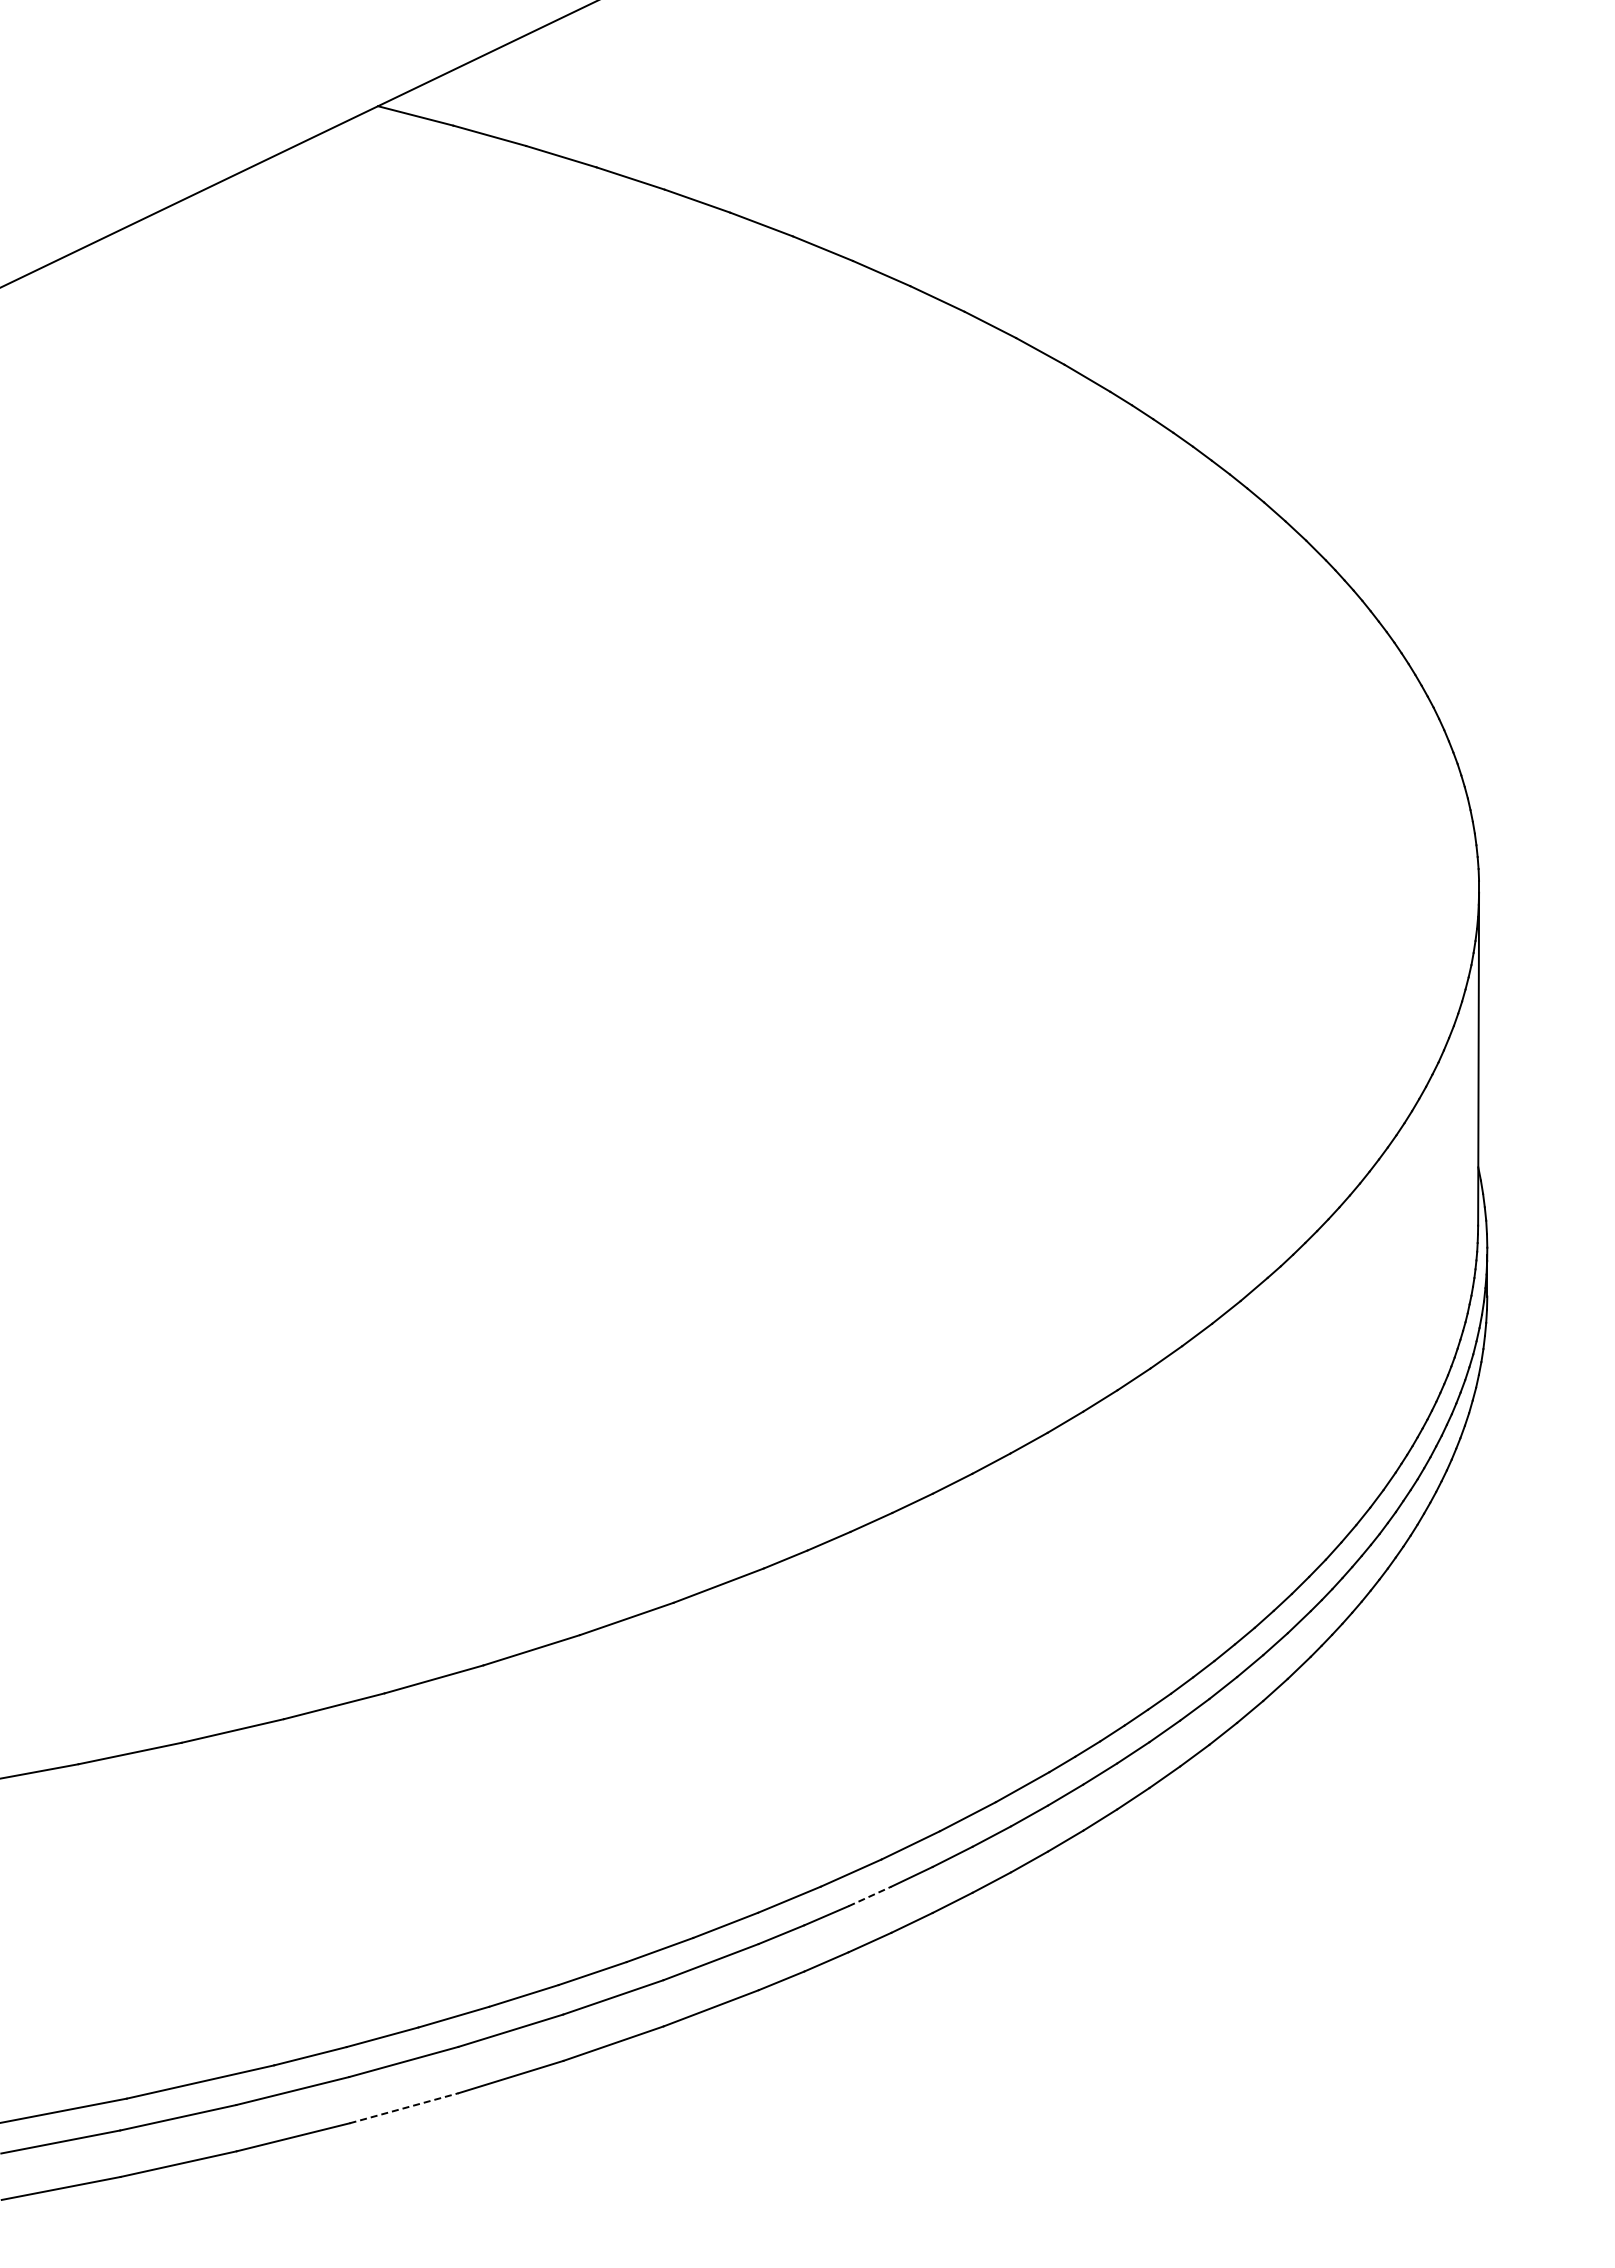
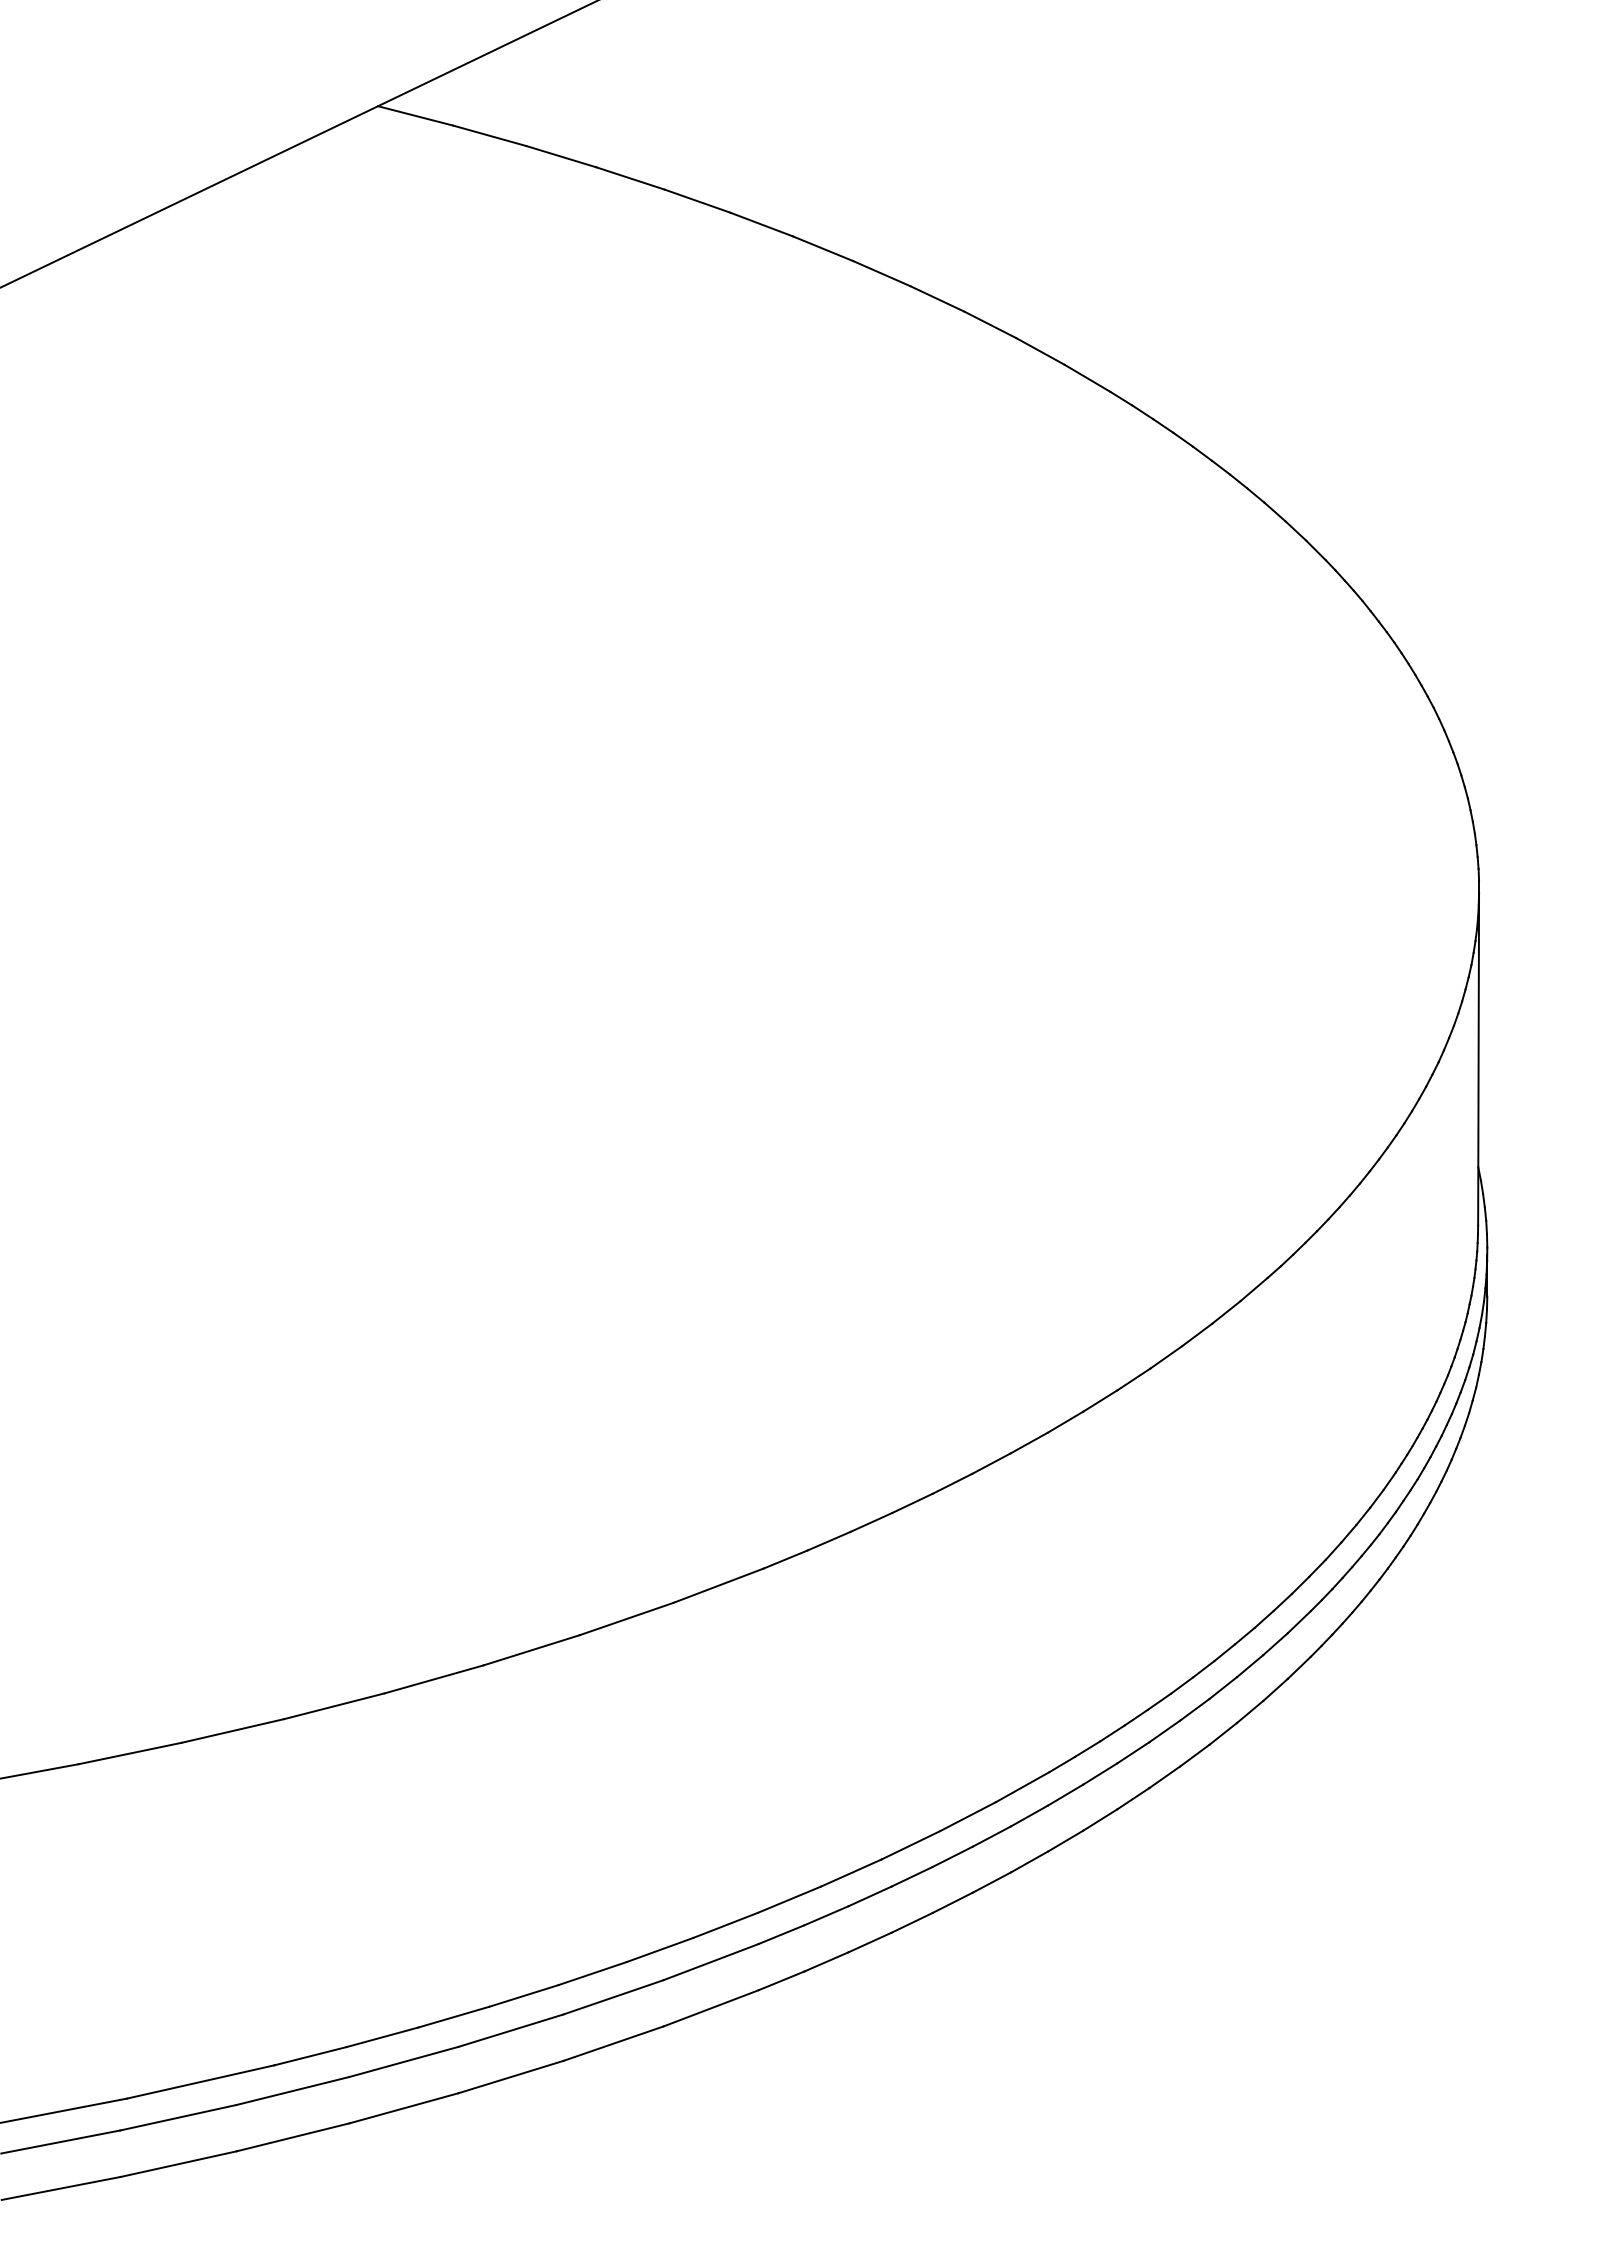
line at (869, 1896): dashed -> solid
line at (404, 2108): dashed -> solid
